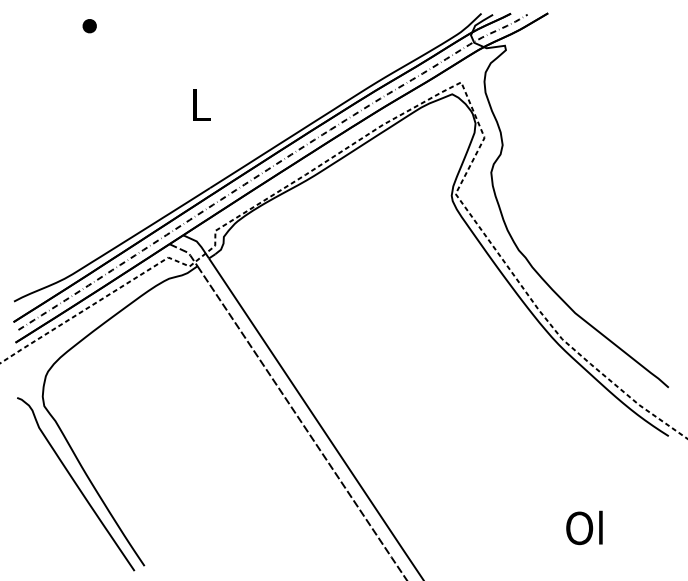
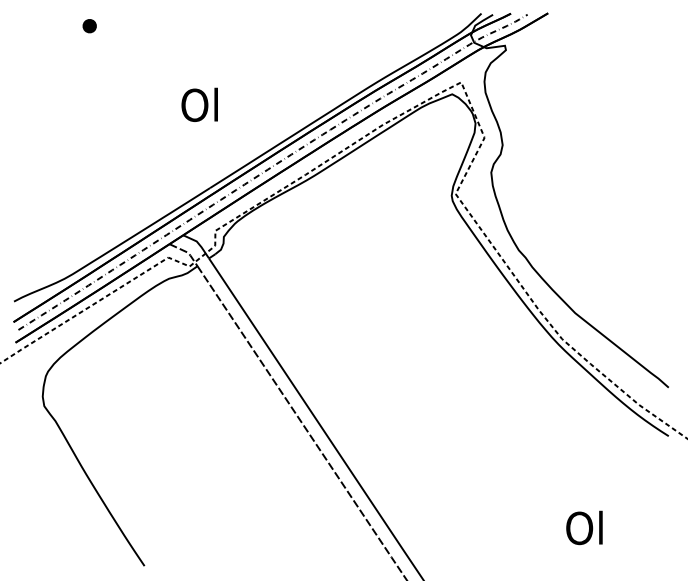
text at (199, 104): L -> Ol
curve at (76, 484): present -> none
